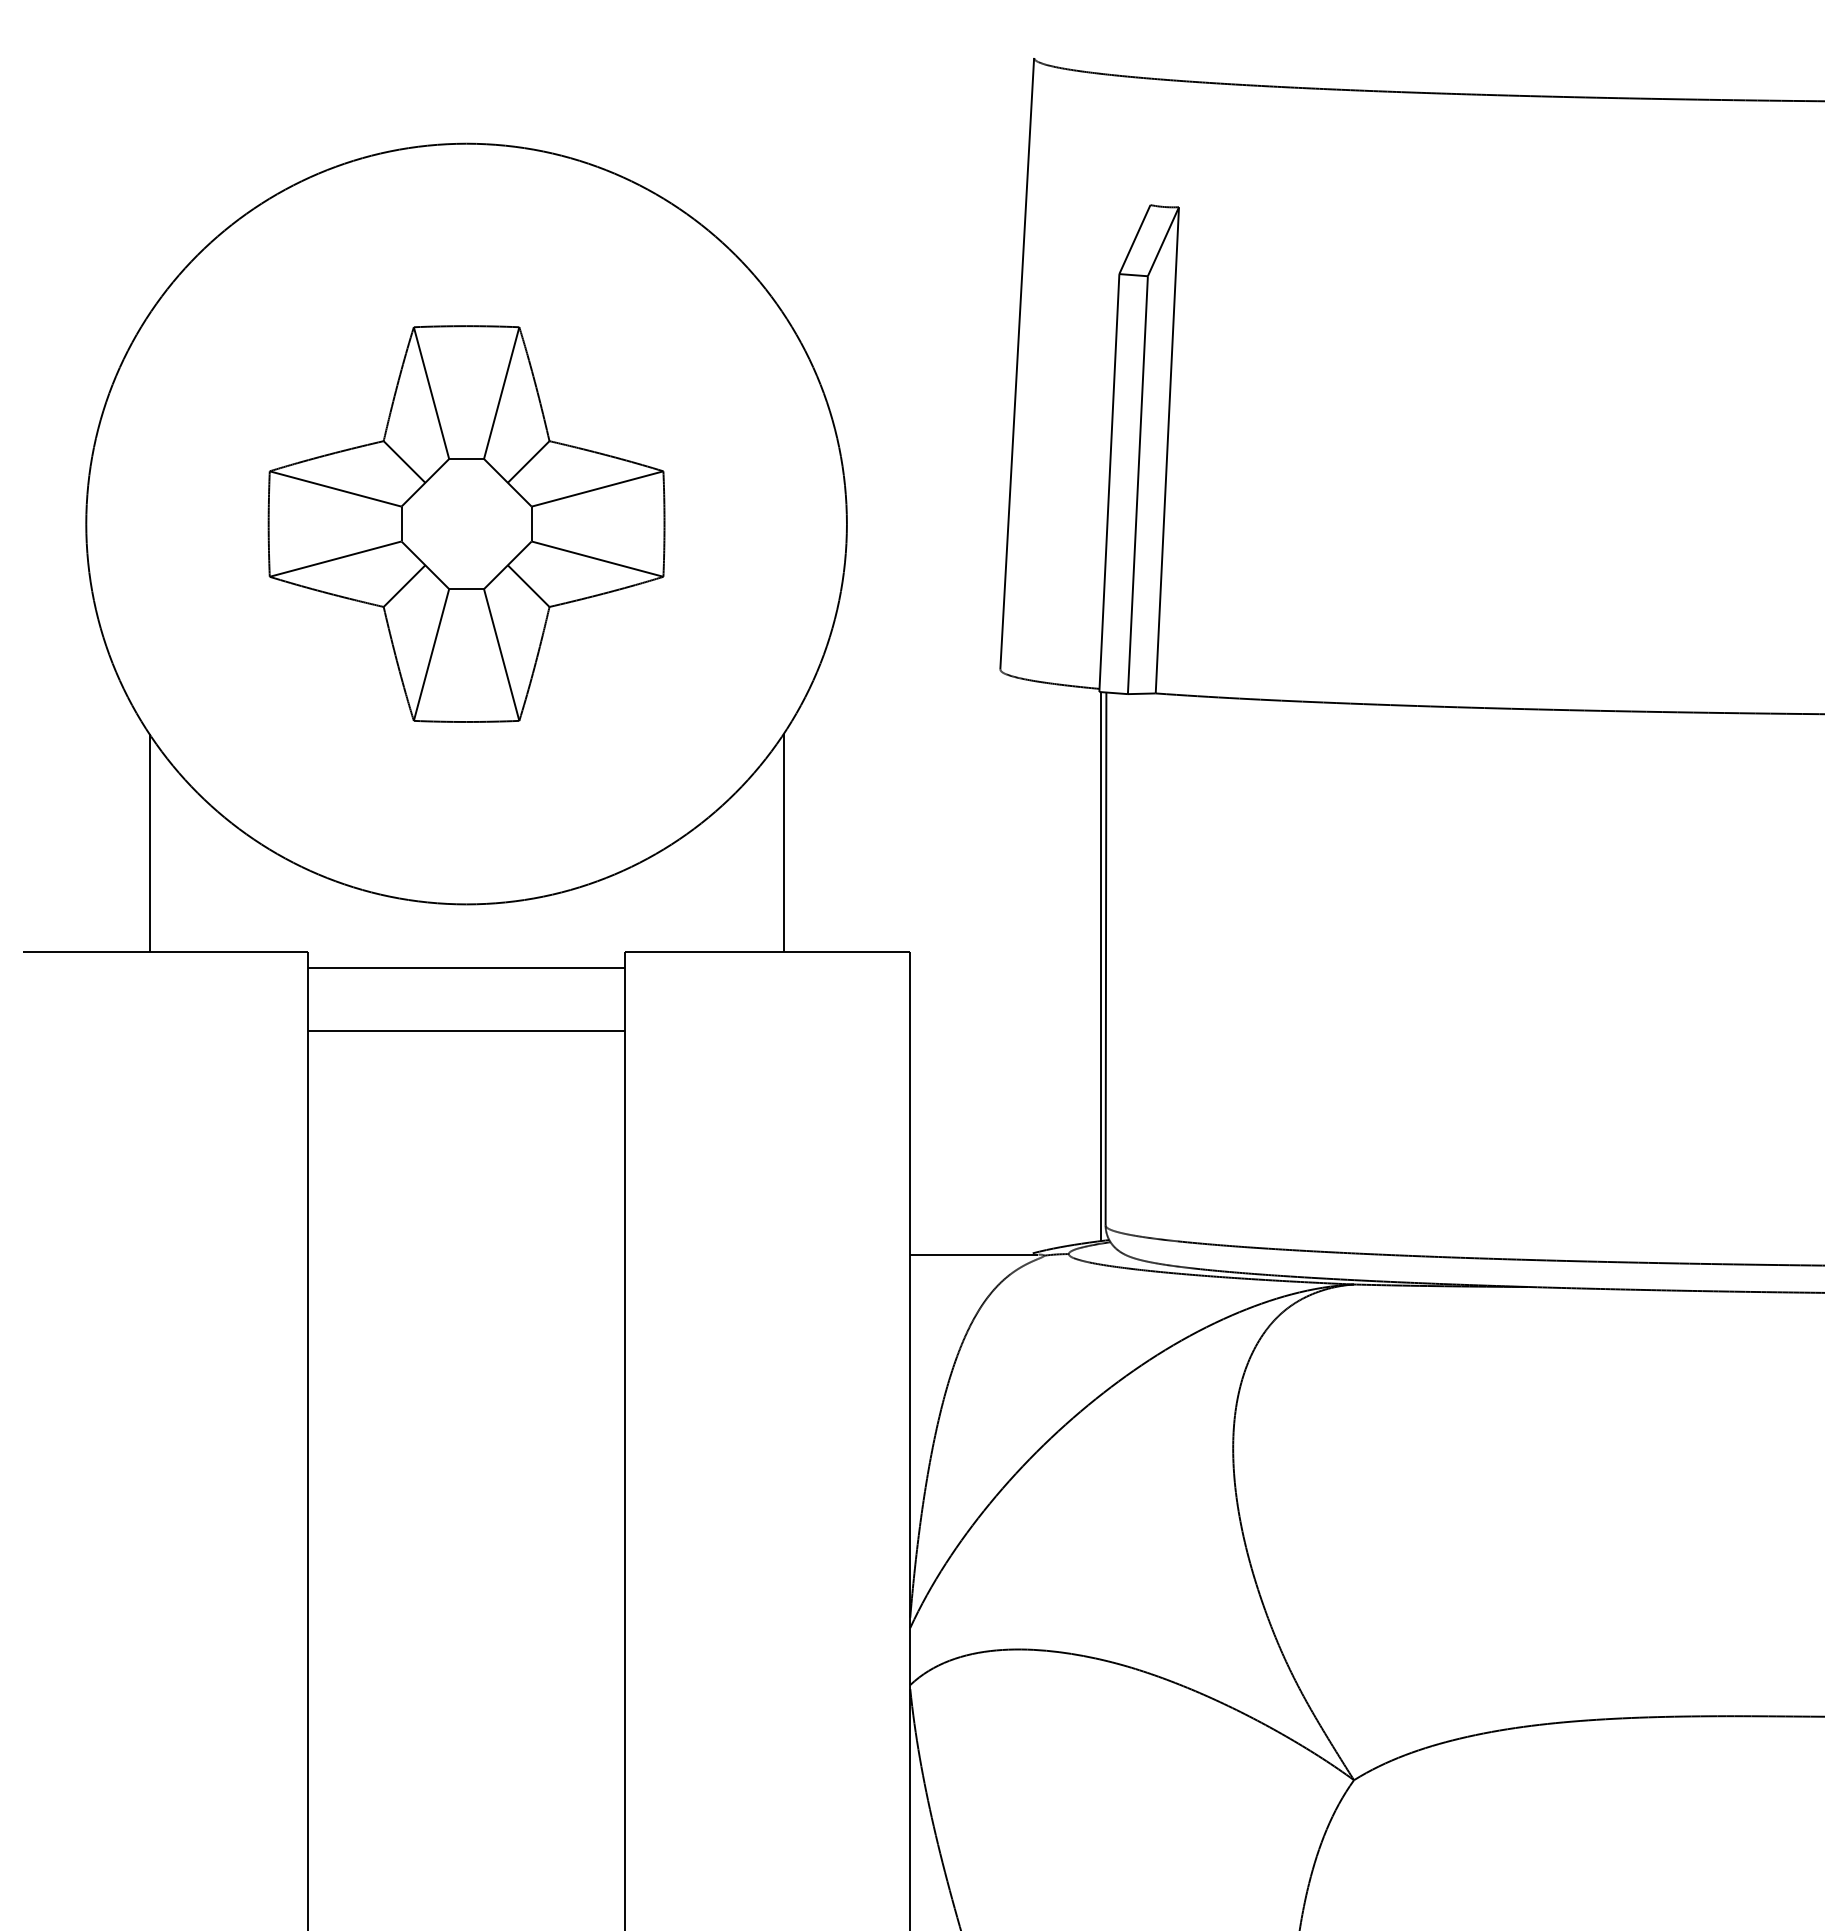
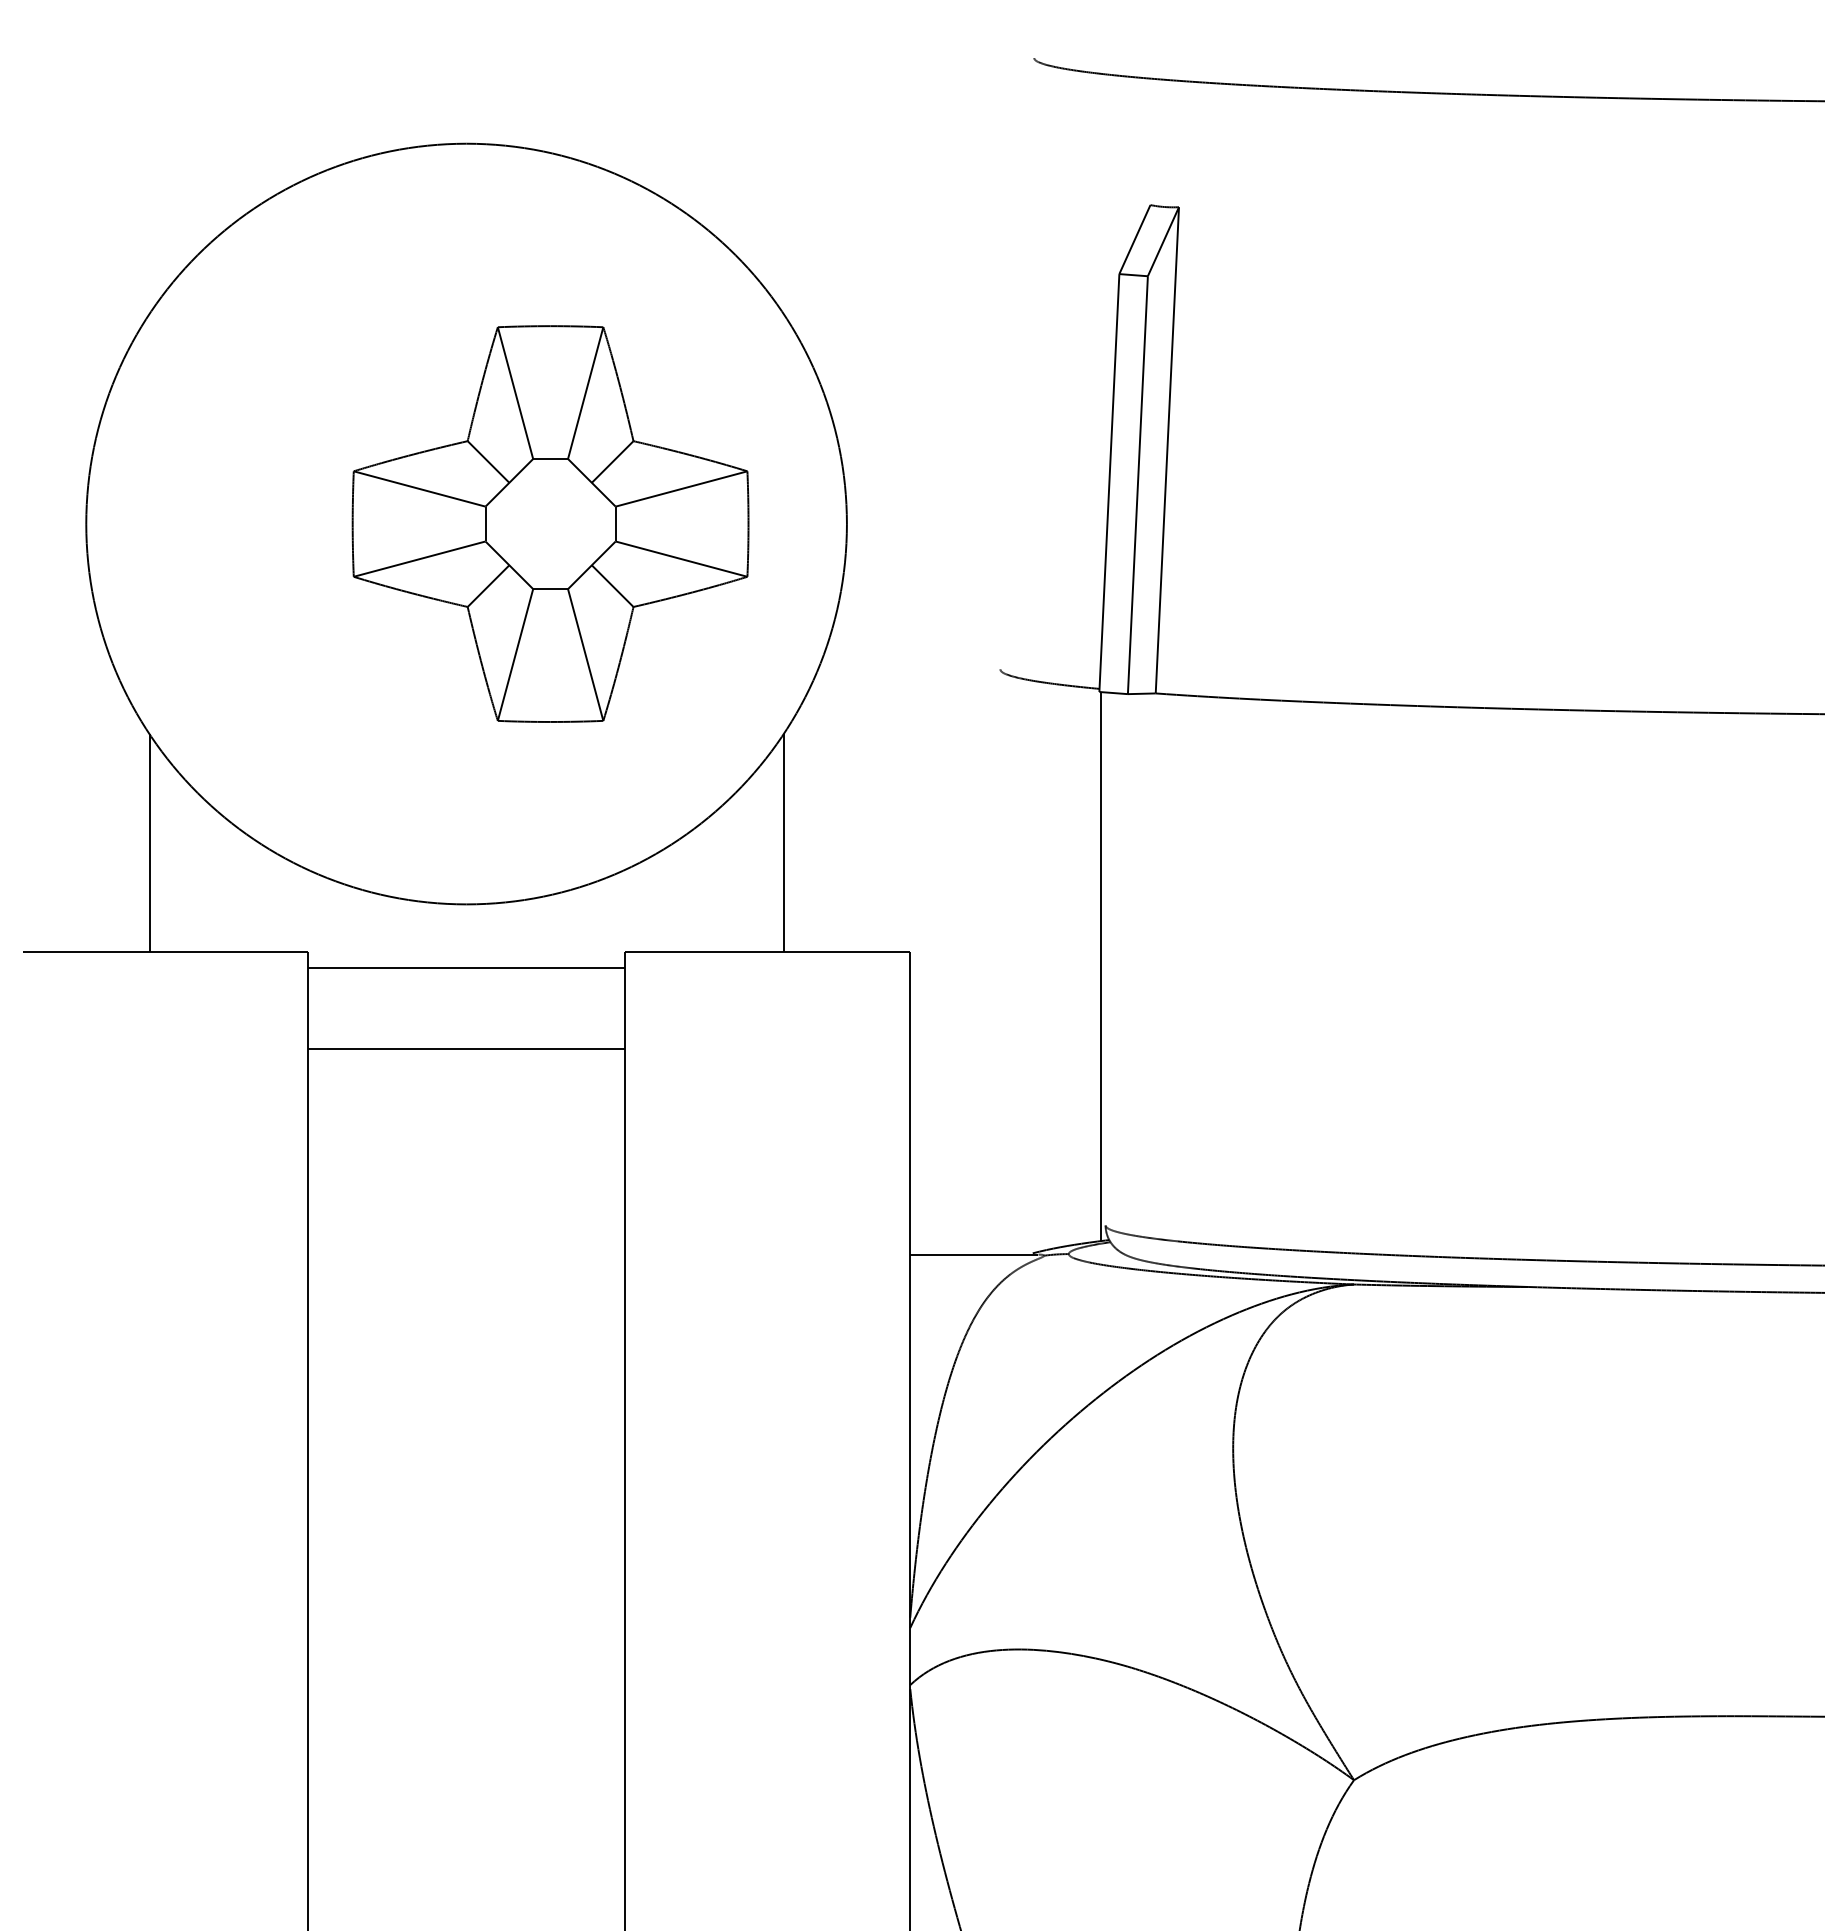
line at (1017, 363): present -> none
part at (466, 523) position: (466, 523) -> (550, 523)
line at (1105, 958): present -> none
line at (466, 1031) position: (466, 1031) -> (466, 1049)
